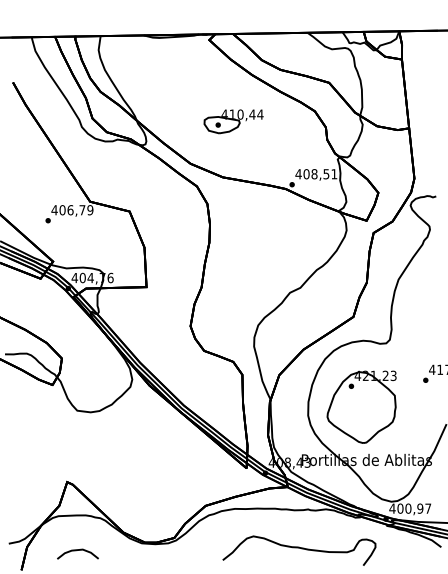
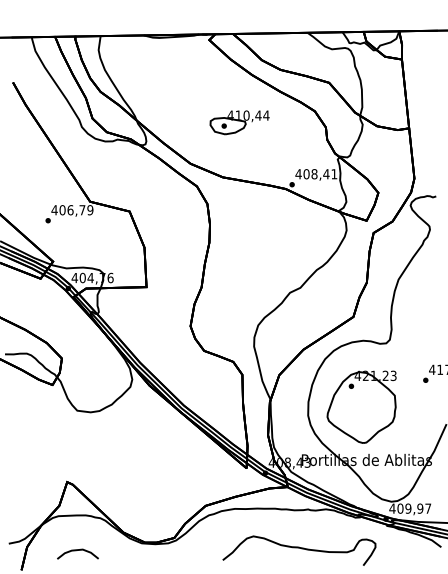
part at (233, 121) position: (233, 121) -> (239, 122)
text at (326, 174): 408,51 -> 408,41
text at (408, 508): 400,97 -> 409,97
